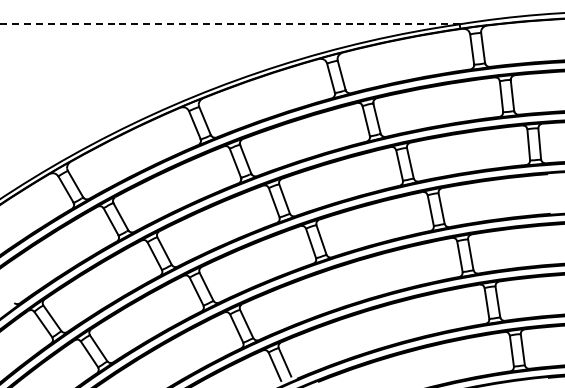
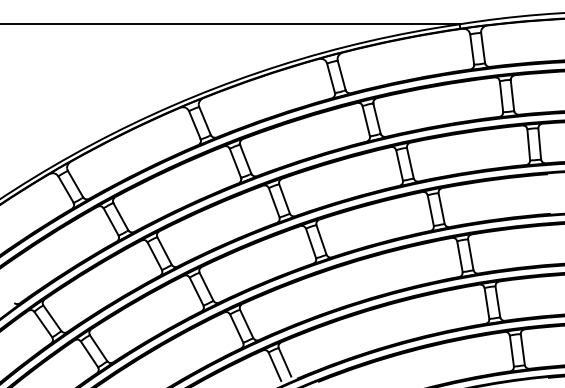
line at (229, 24): dashed -> solid
